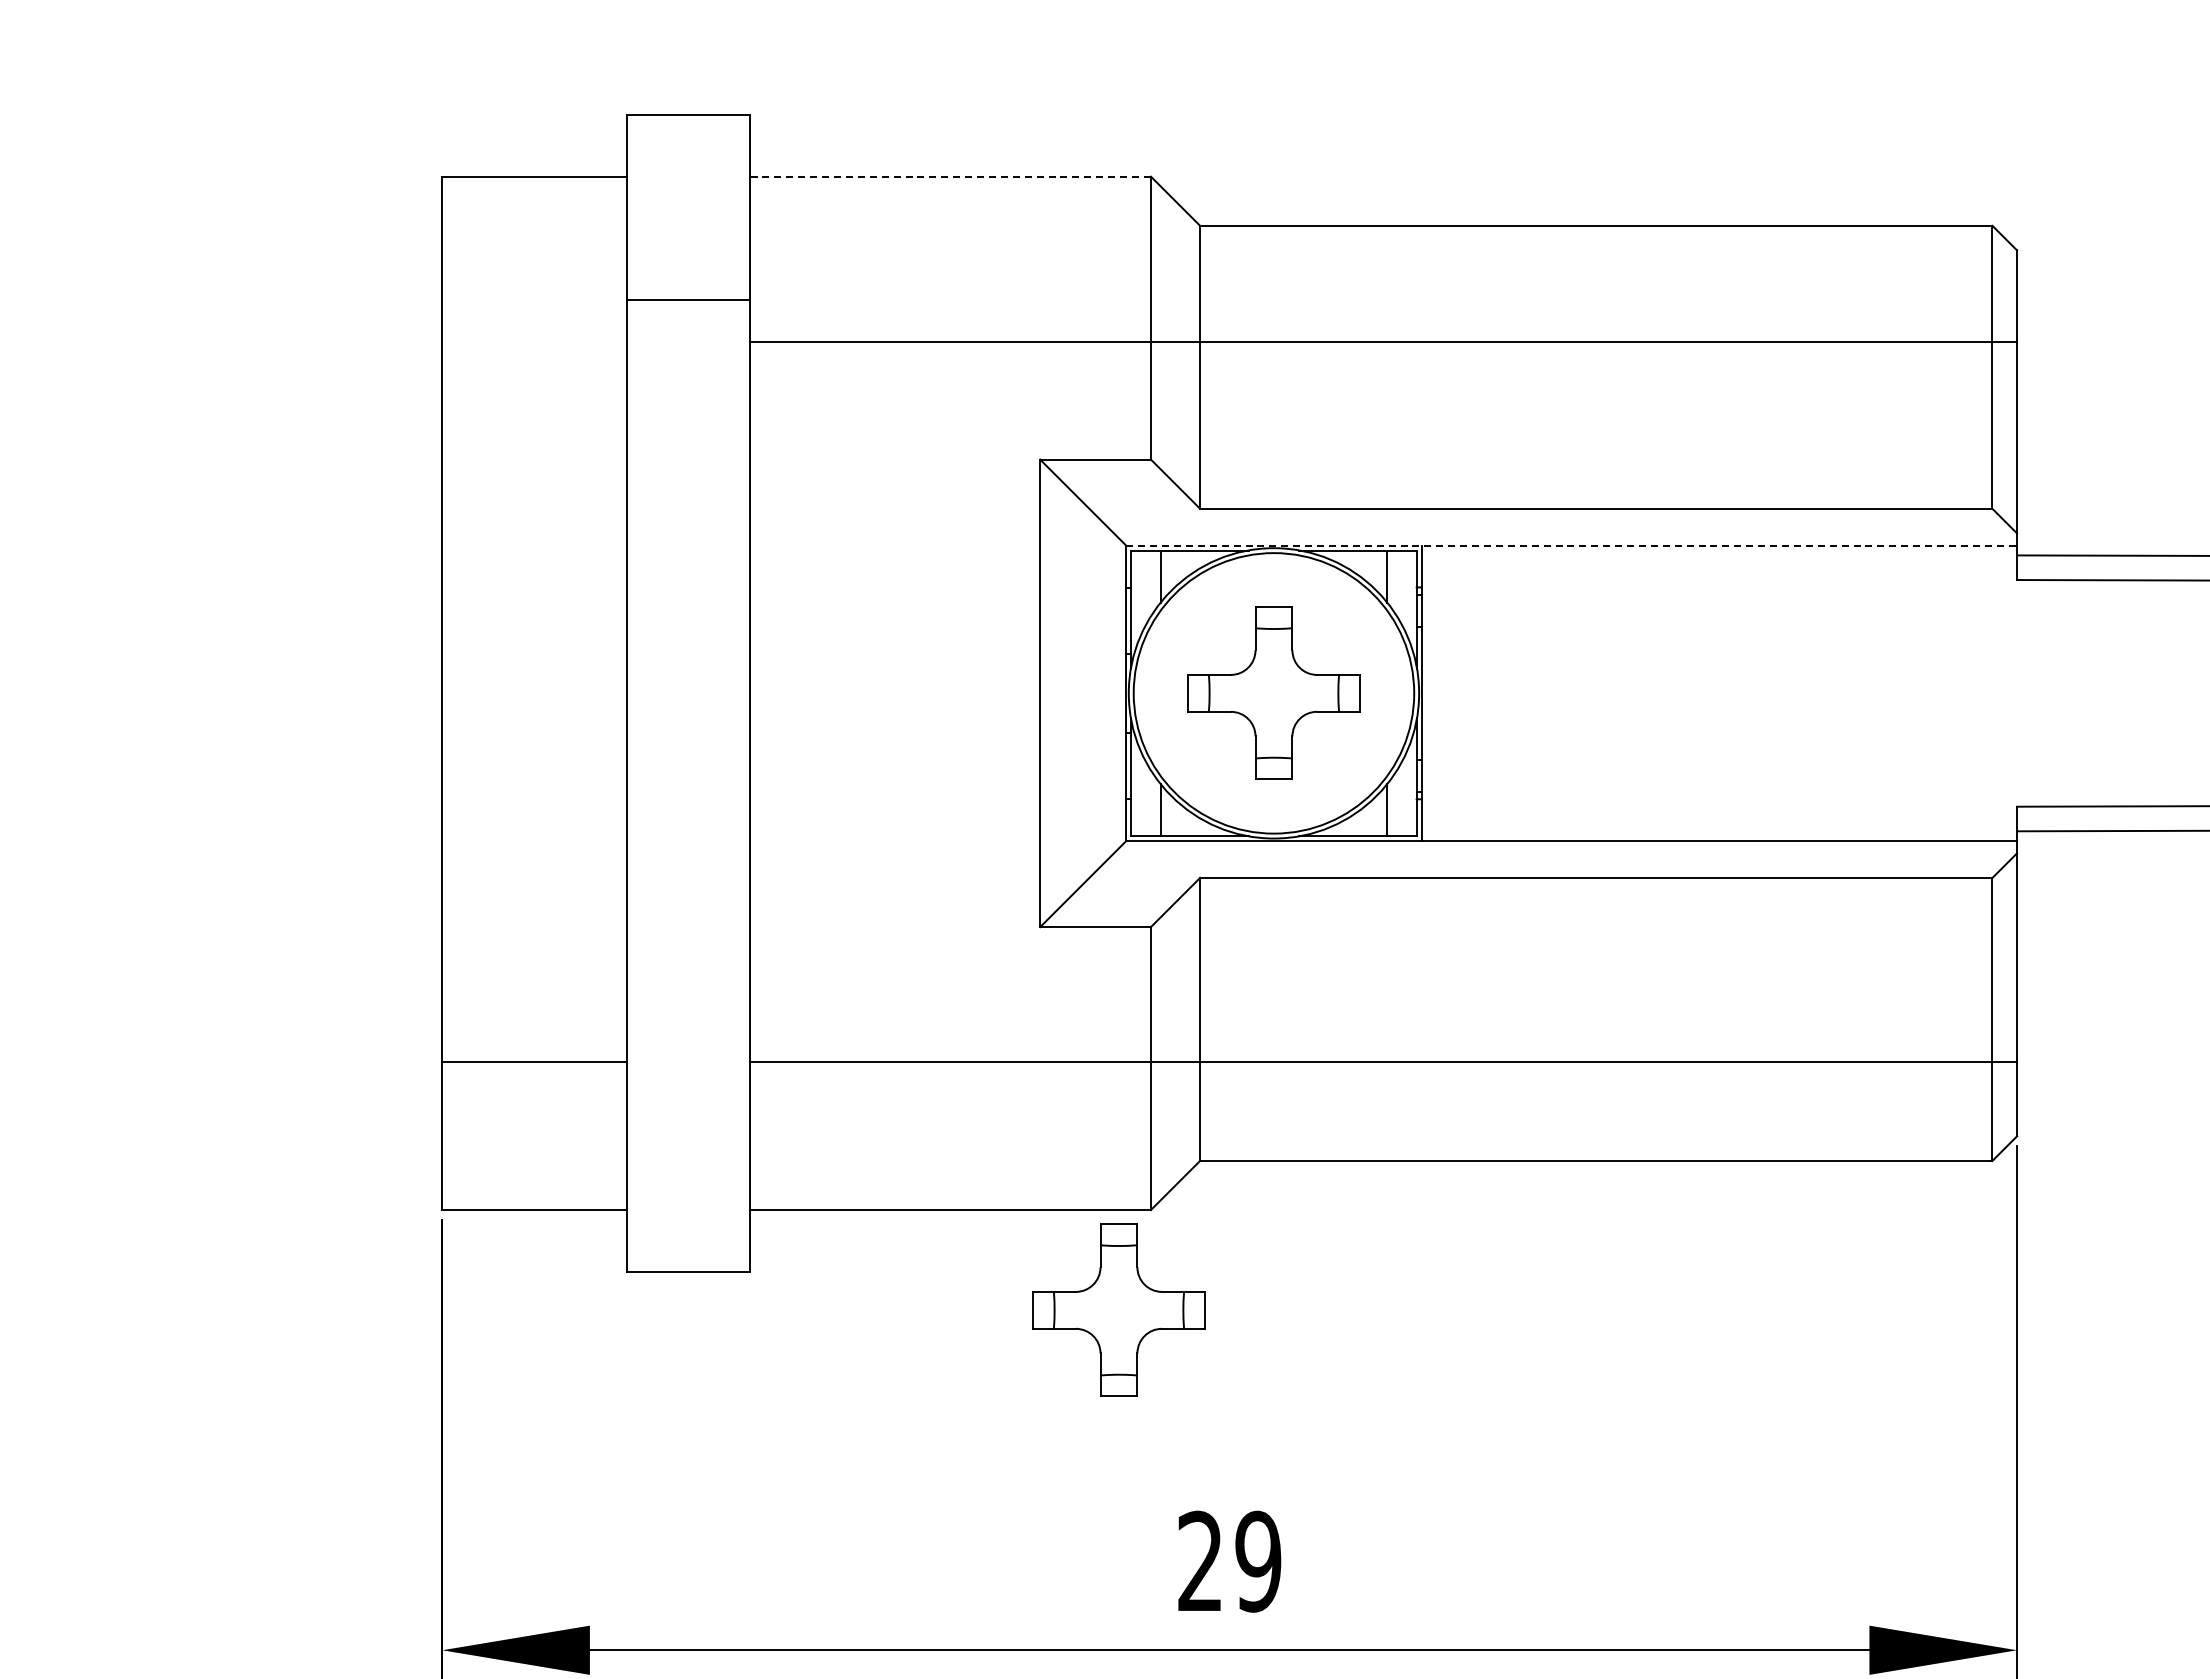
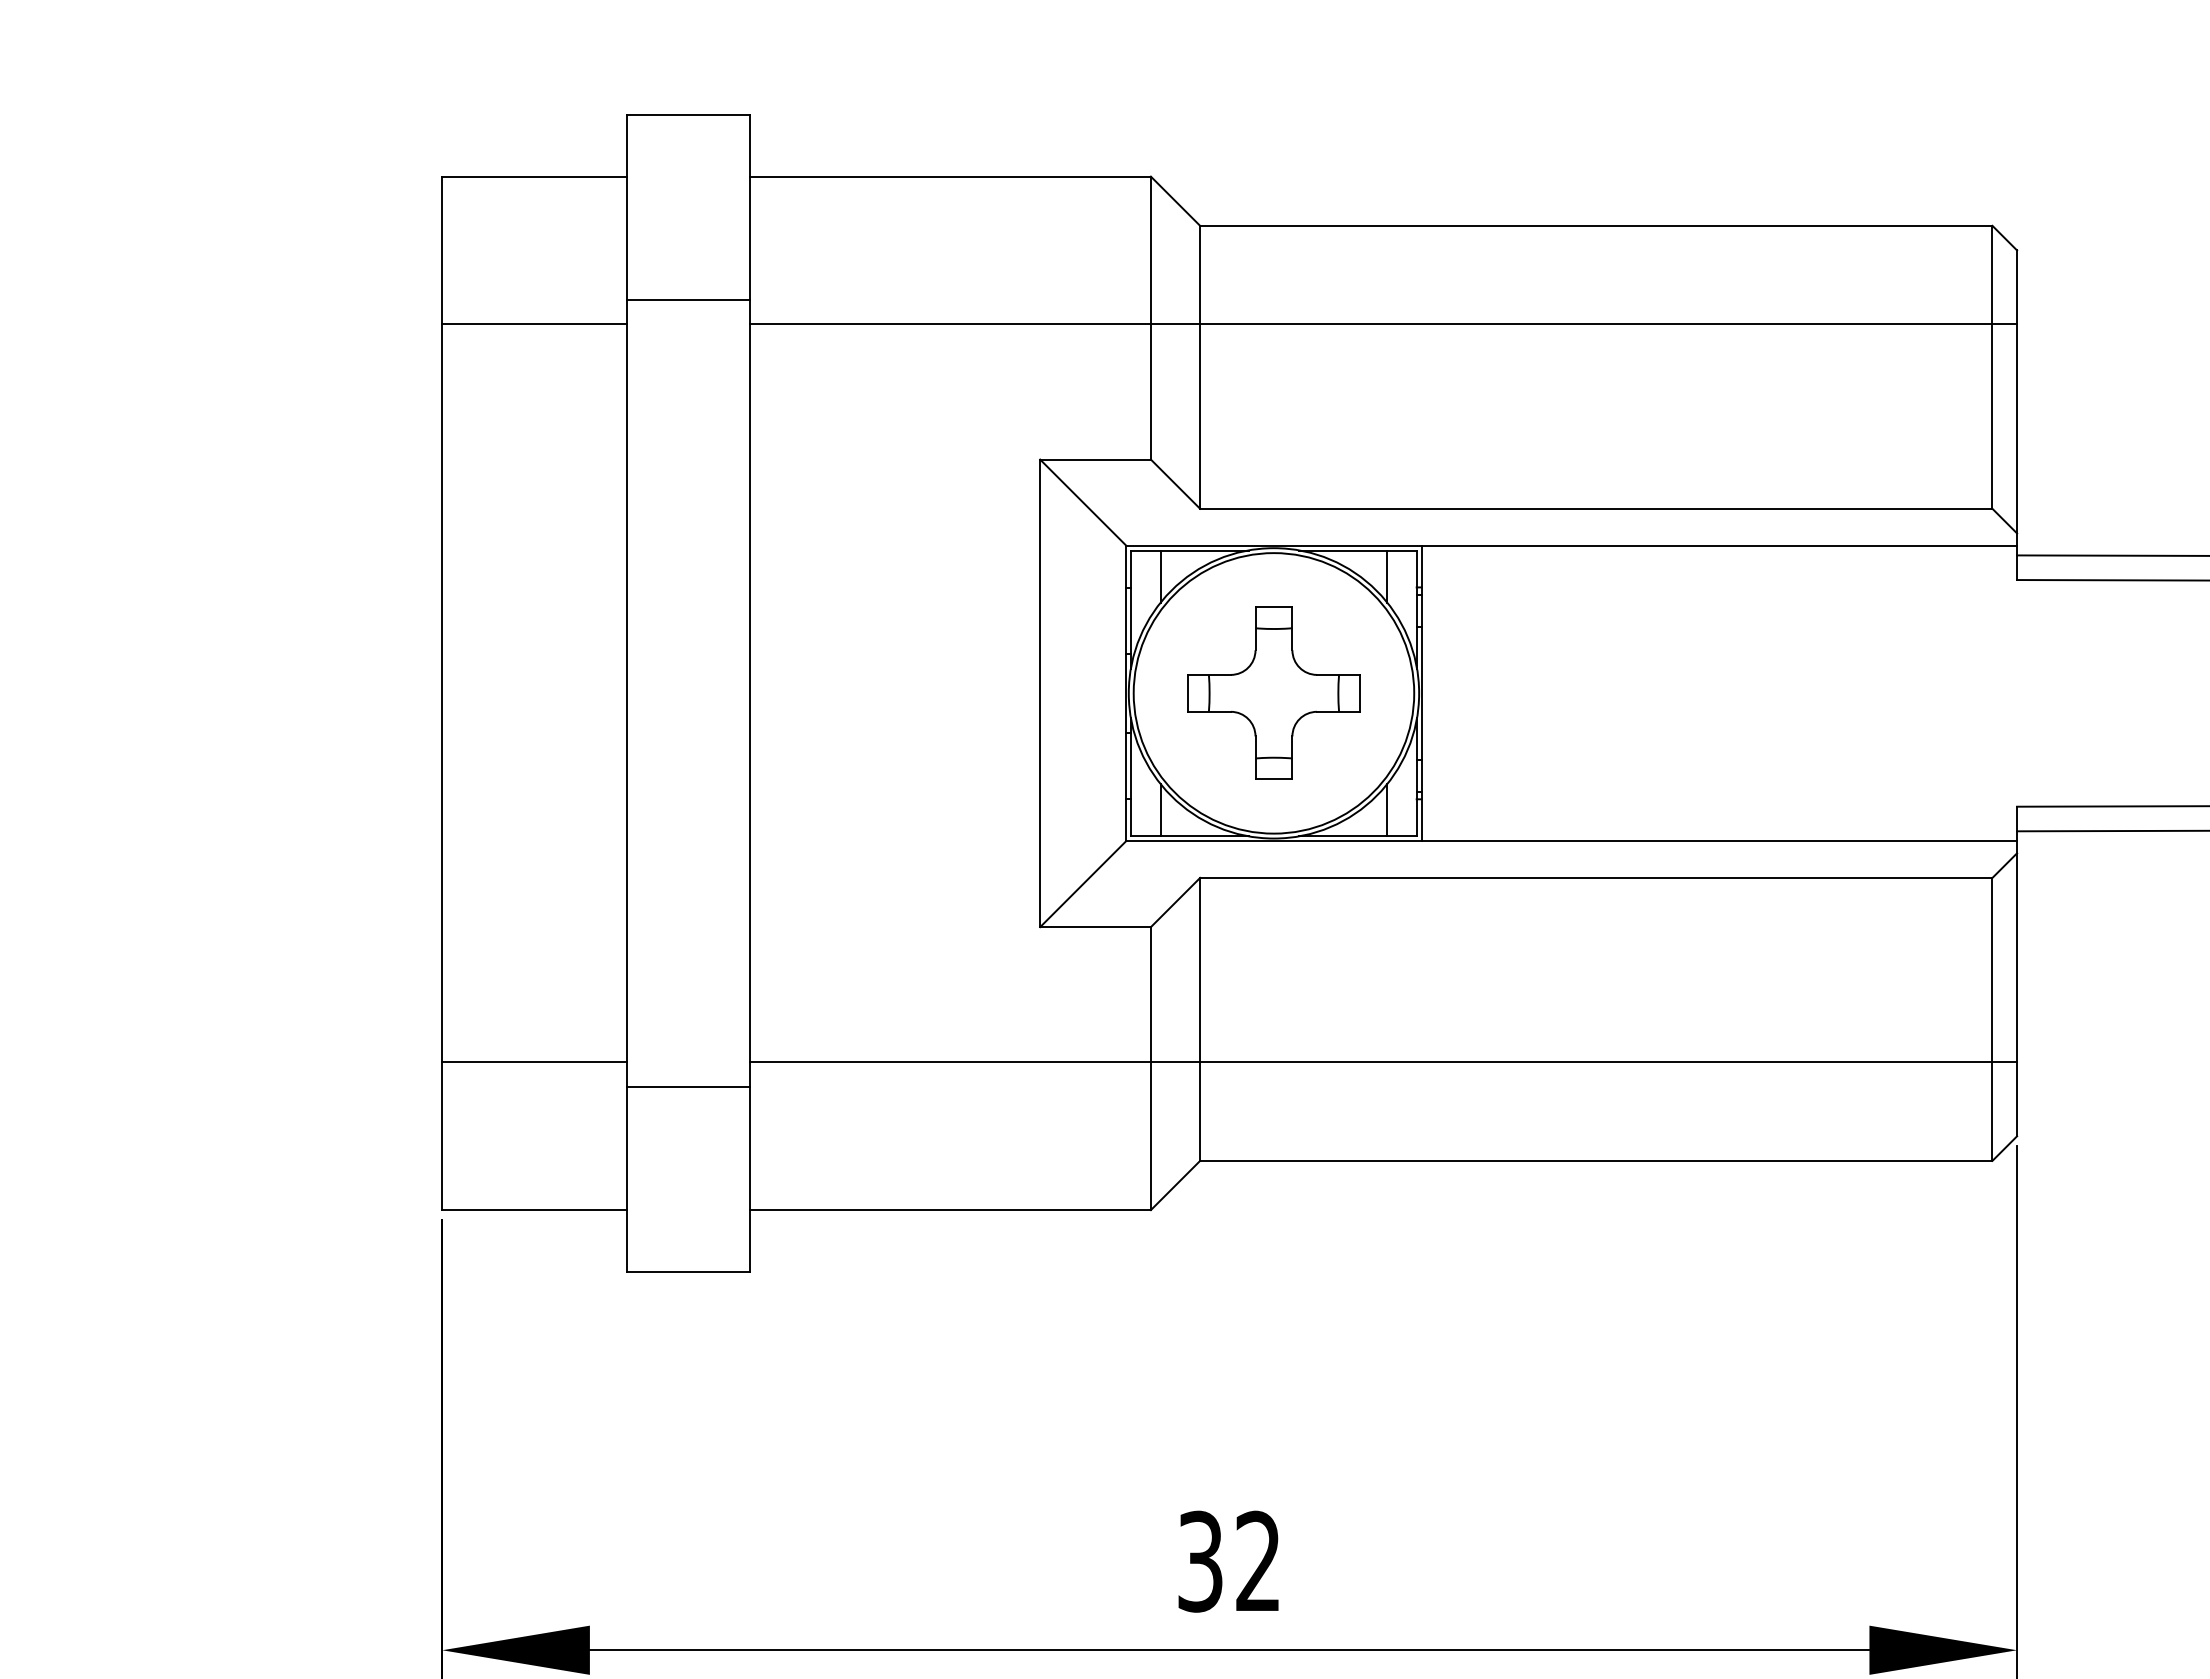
line at (950, 176): dashed -> solid
line at (534, 324): none -> present
line at (1383, 342) position: (1383, 342) -> (1383, 324)
line at (1572, 545): dashed -> solid
line at (687, 1087): none -> present
part at (1118, 1309): present -> none
text at (1229, 1561): 29 -> 32
